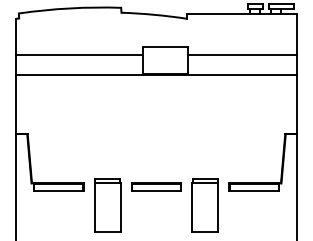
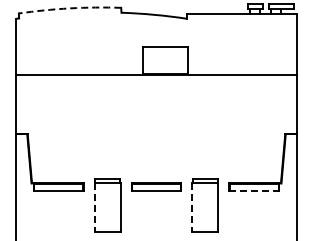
arc at (69, 8): solid -> dashed
line at (79, 54): present -> none
line at (241, 54): present -> none
line at (254, 190): solid -> dashed
line at (94, 208): solid -> dashed
line at (192, 208): solid -> dashed
